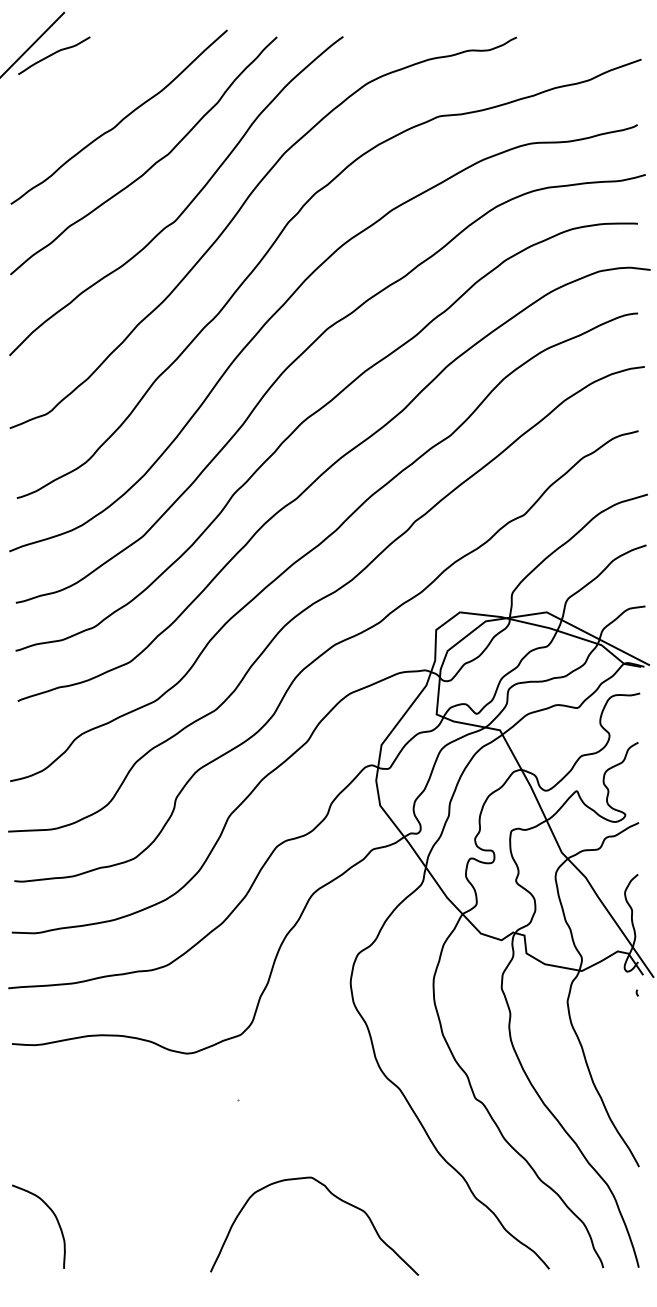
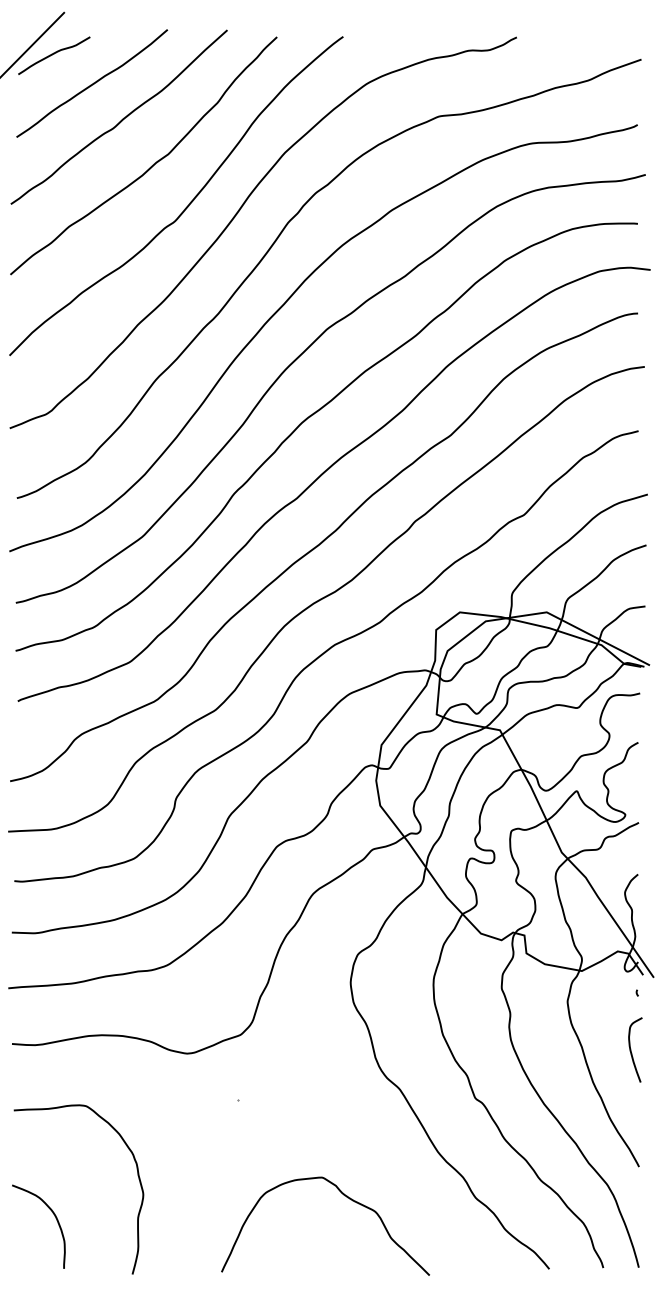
curve at (92, 83): none -> present
curve at (631, 1049): none -> present
curve at (137, 1175): none -> present
curve at (336, 1198) position: (336, 1198) -> (347, 1198)
